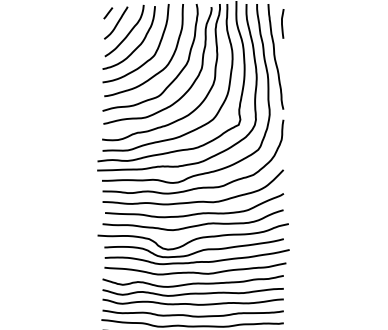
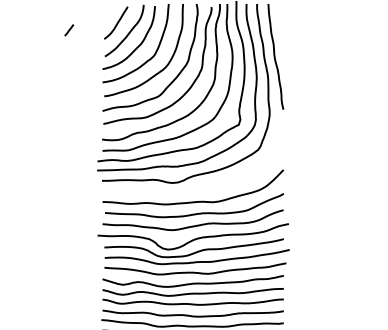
line at (108, 13) position: (108, 13) -> (69, 30)
line at (282, 23): present -> none
curve at (195, 187): present -> none
